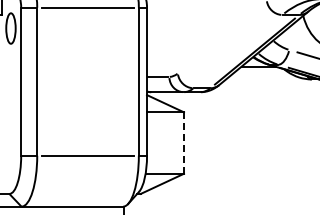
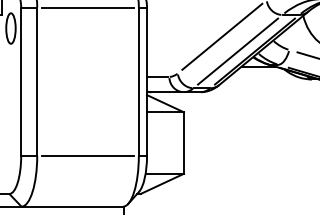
line at (222, 36): none -> present
line at (238, 51): none -> present
line at (184, 143): dashed -> solid
